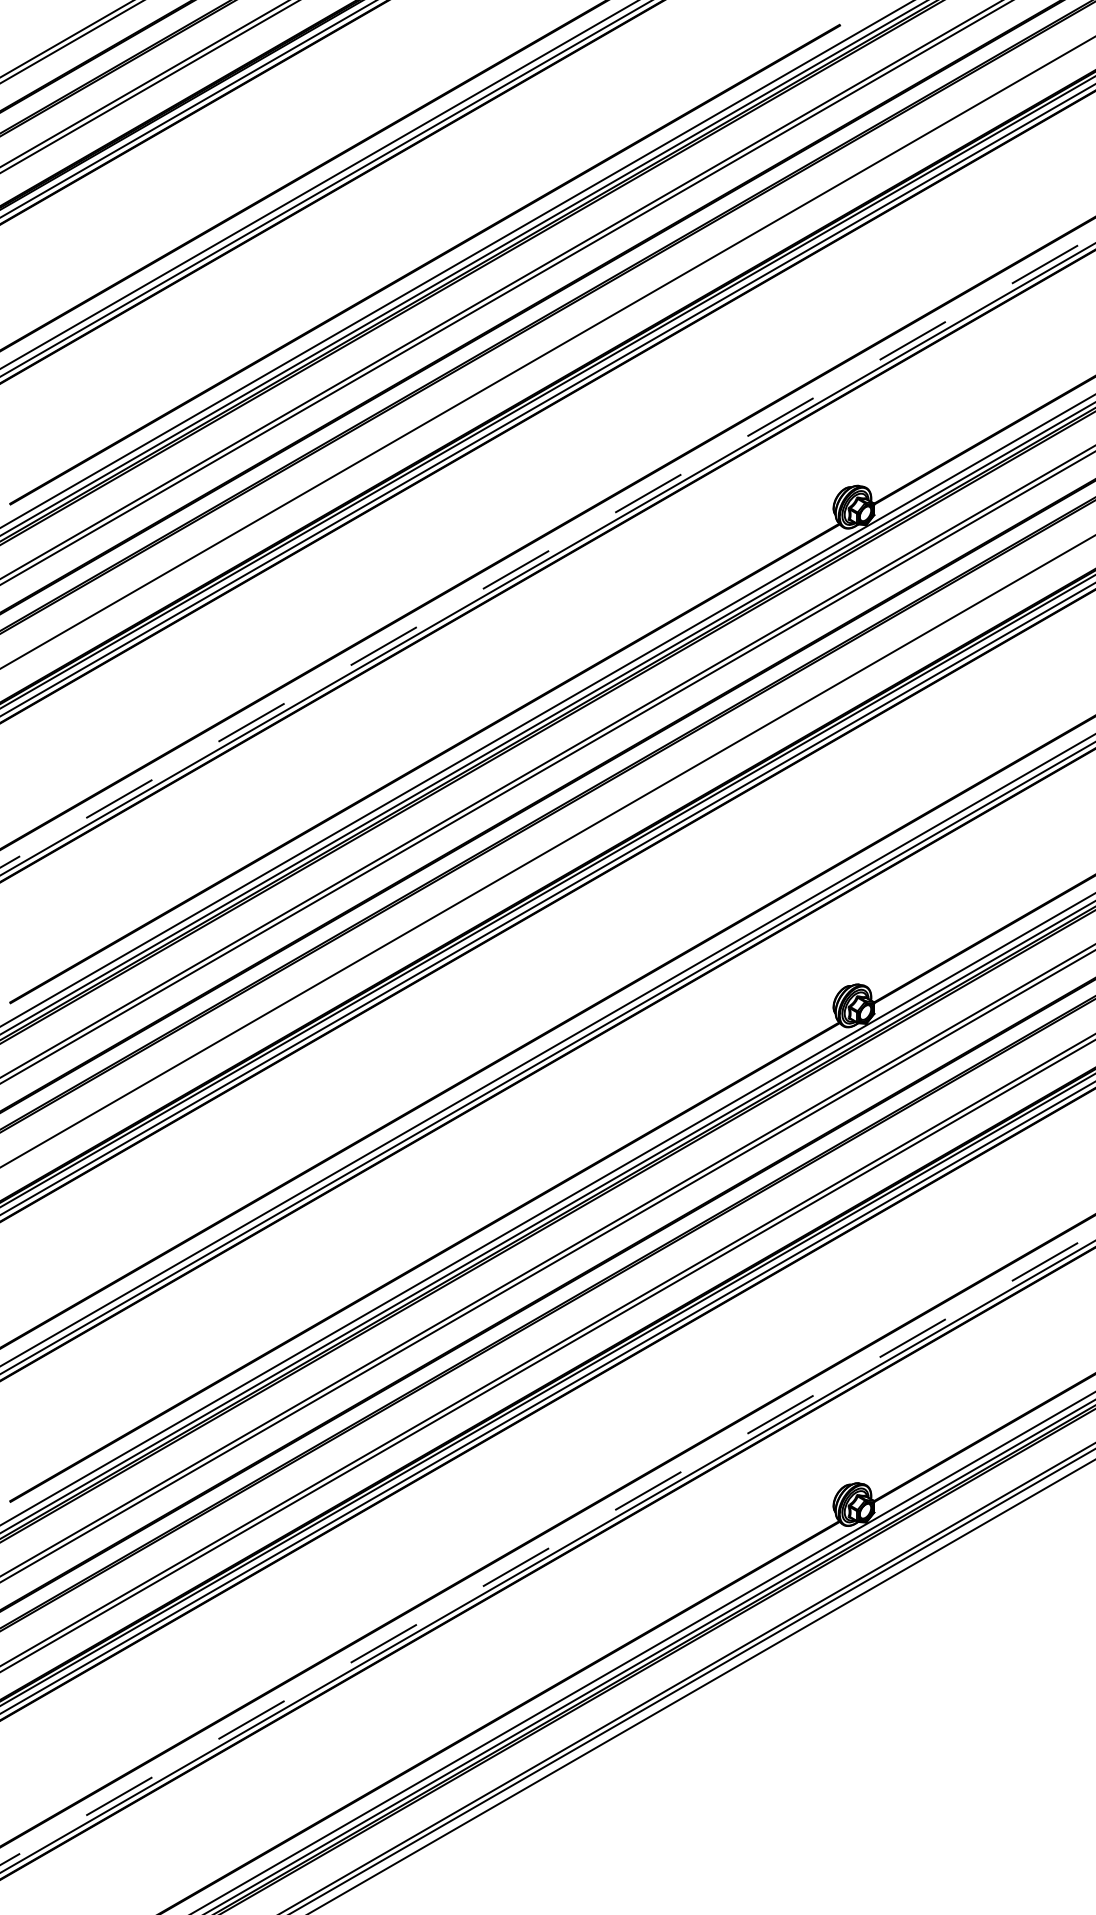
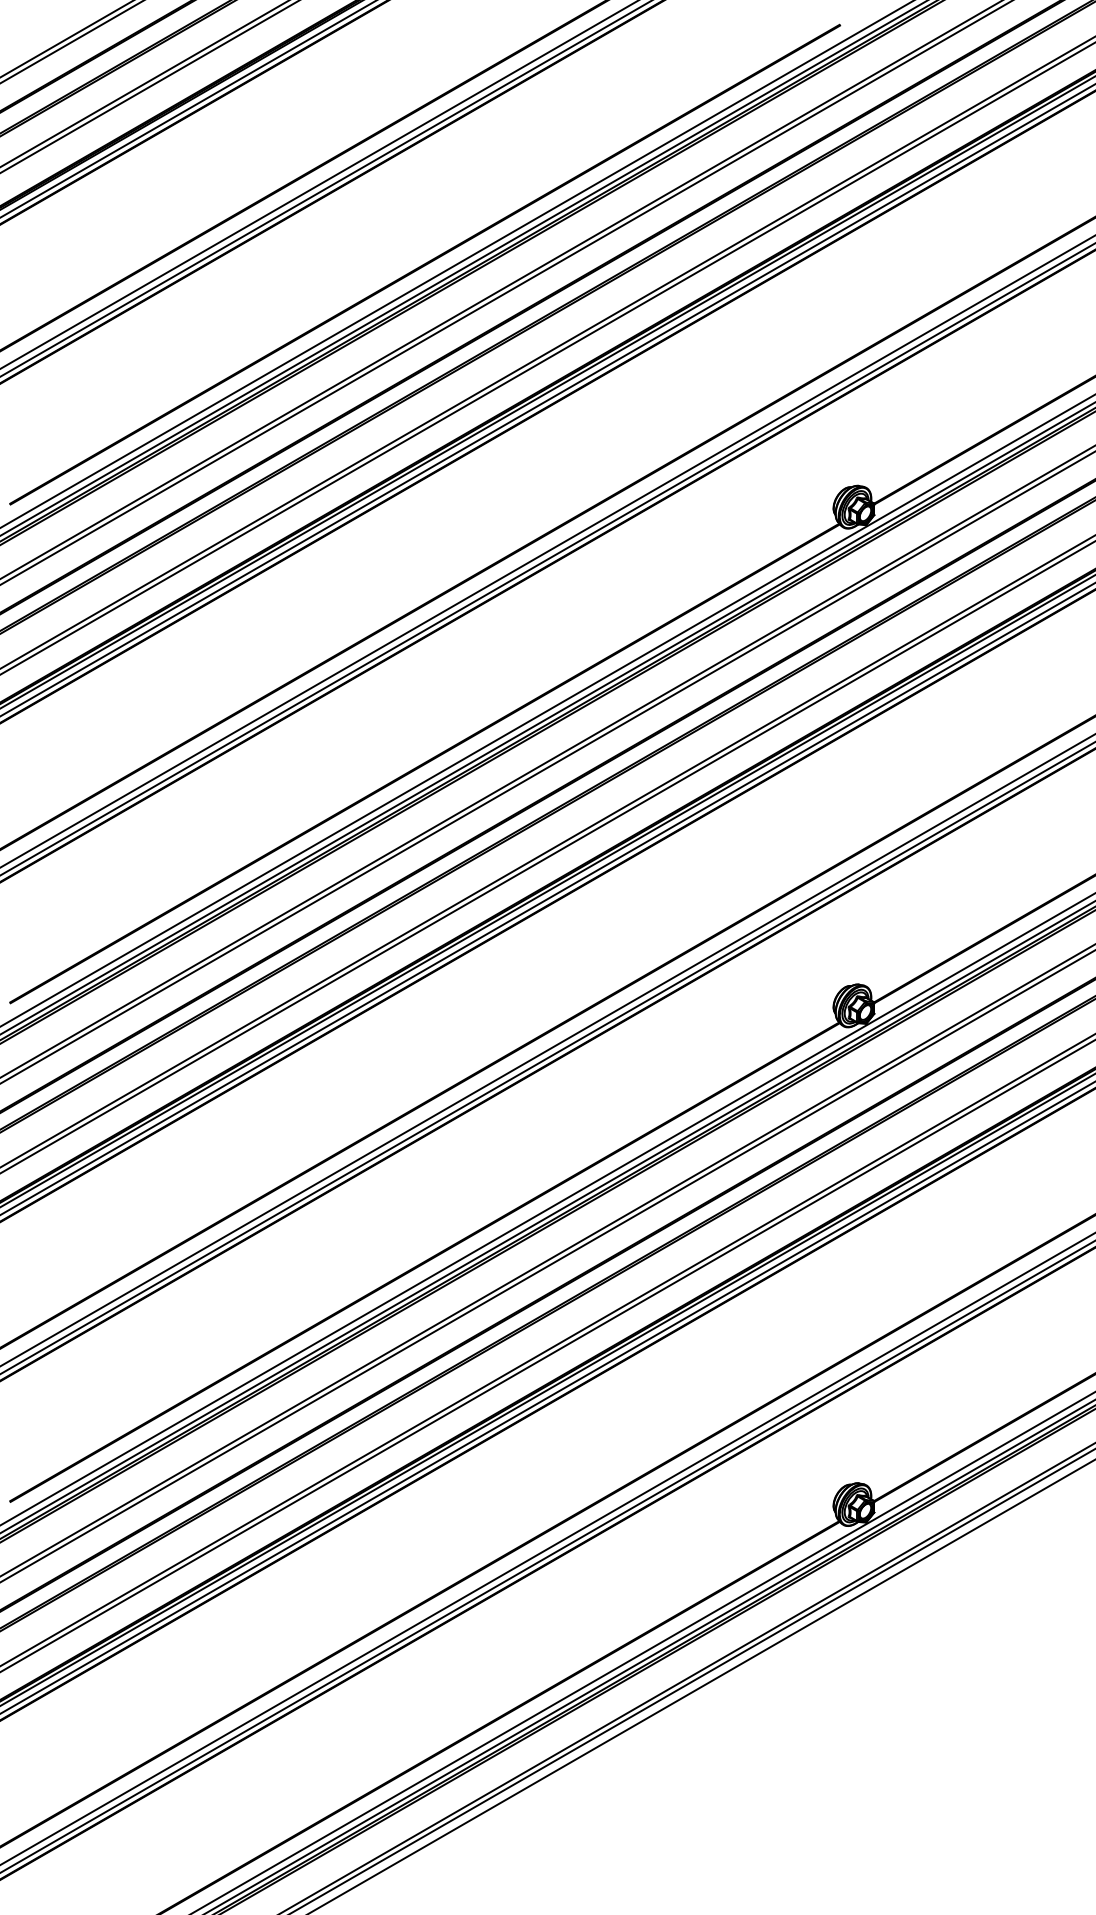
line at (547, 358): none -> present
line at (547, 551): dashed -> solid
line at (547, 857): none -> present
line at (547, 1548): dashed -> solid
